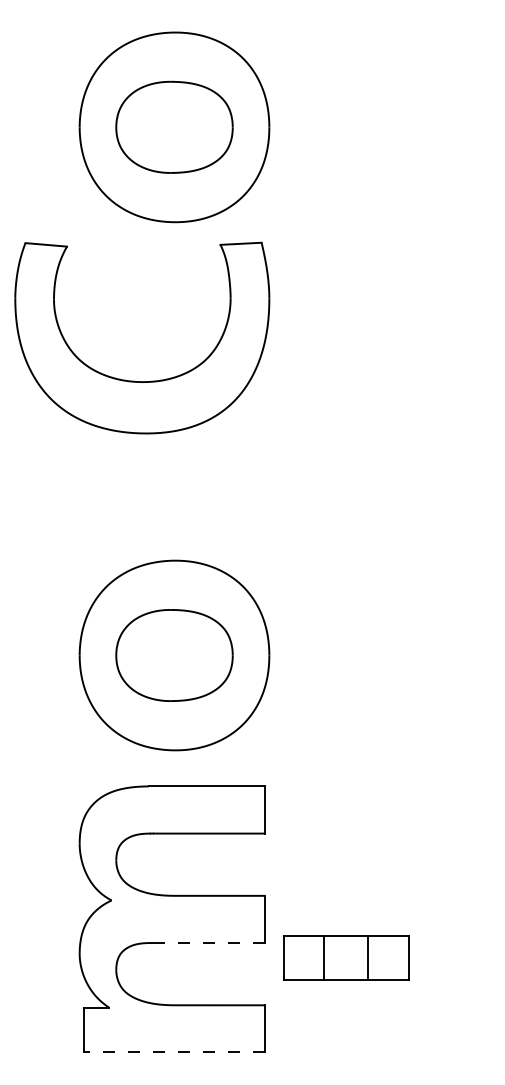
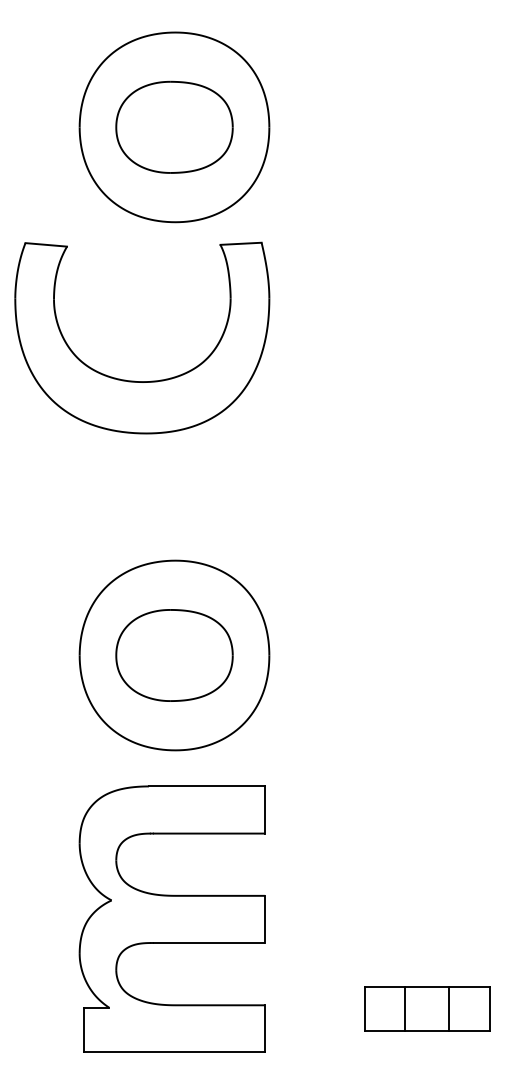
line at (207, 943): dashed -> solid
part at (346, 957) position: (346, 957) -> (427, 1008)
line at (174, 1052): dashed -> solid
